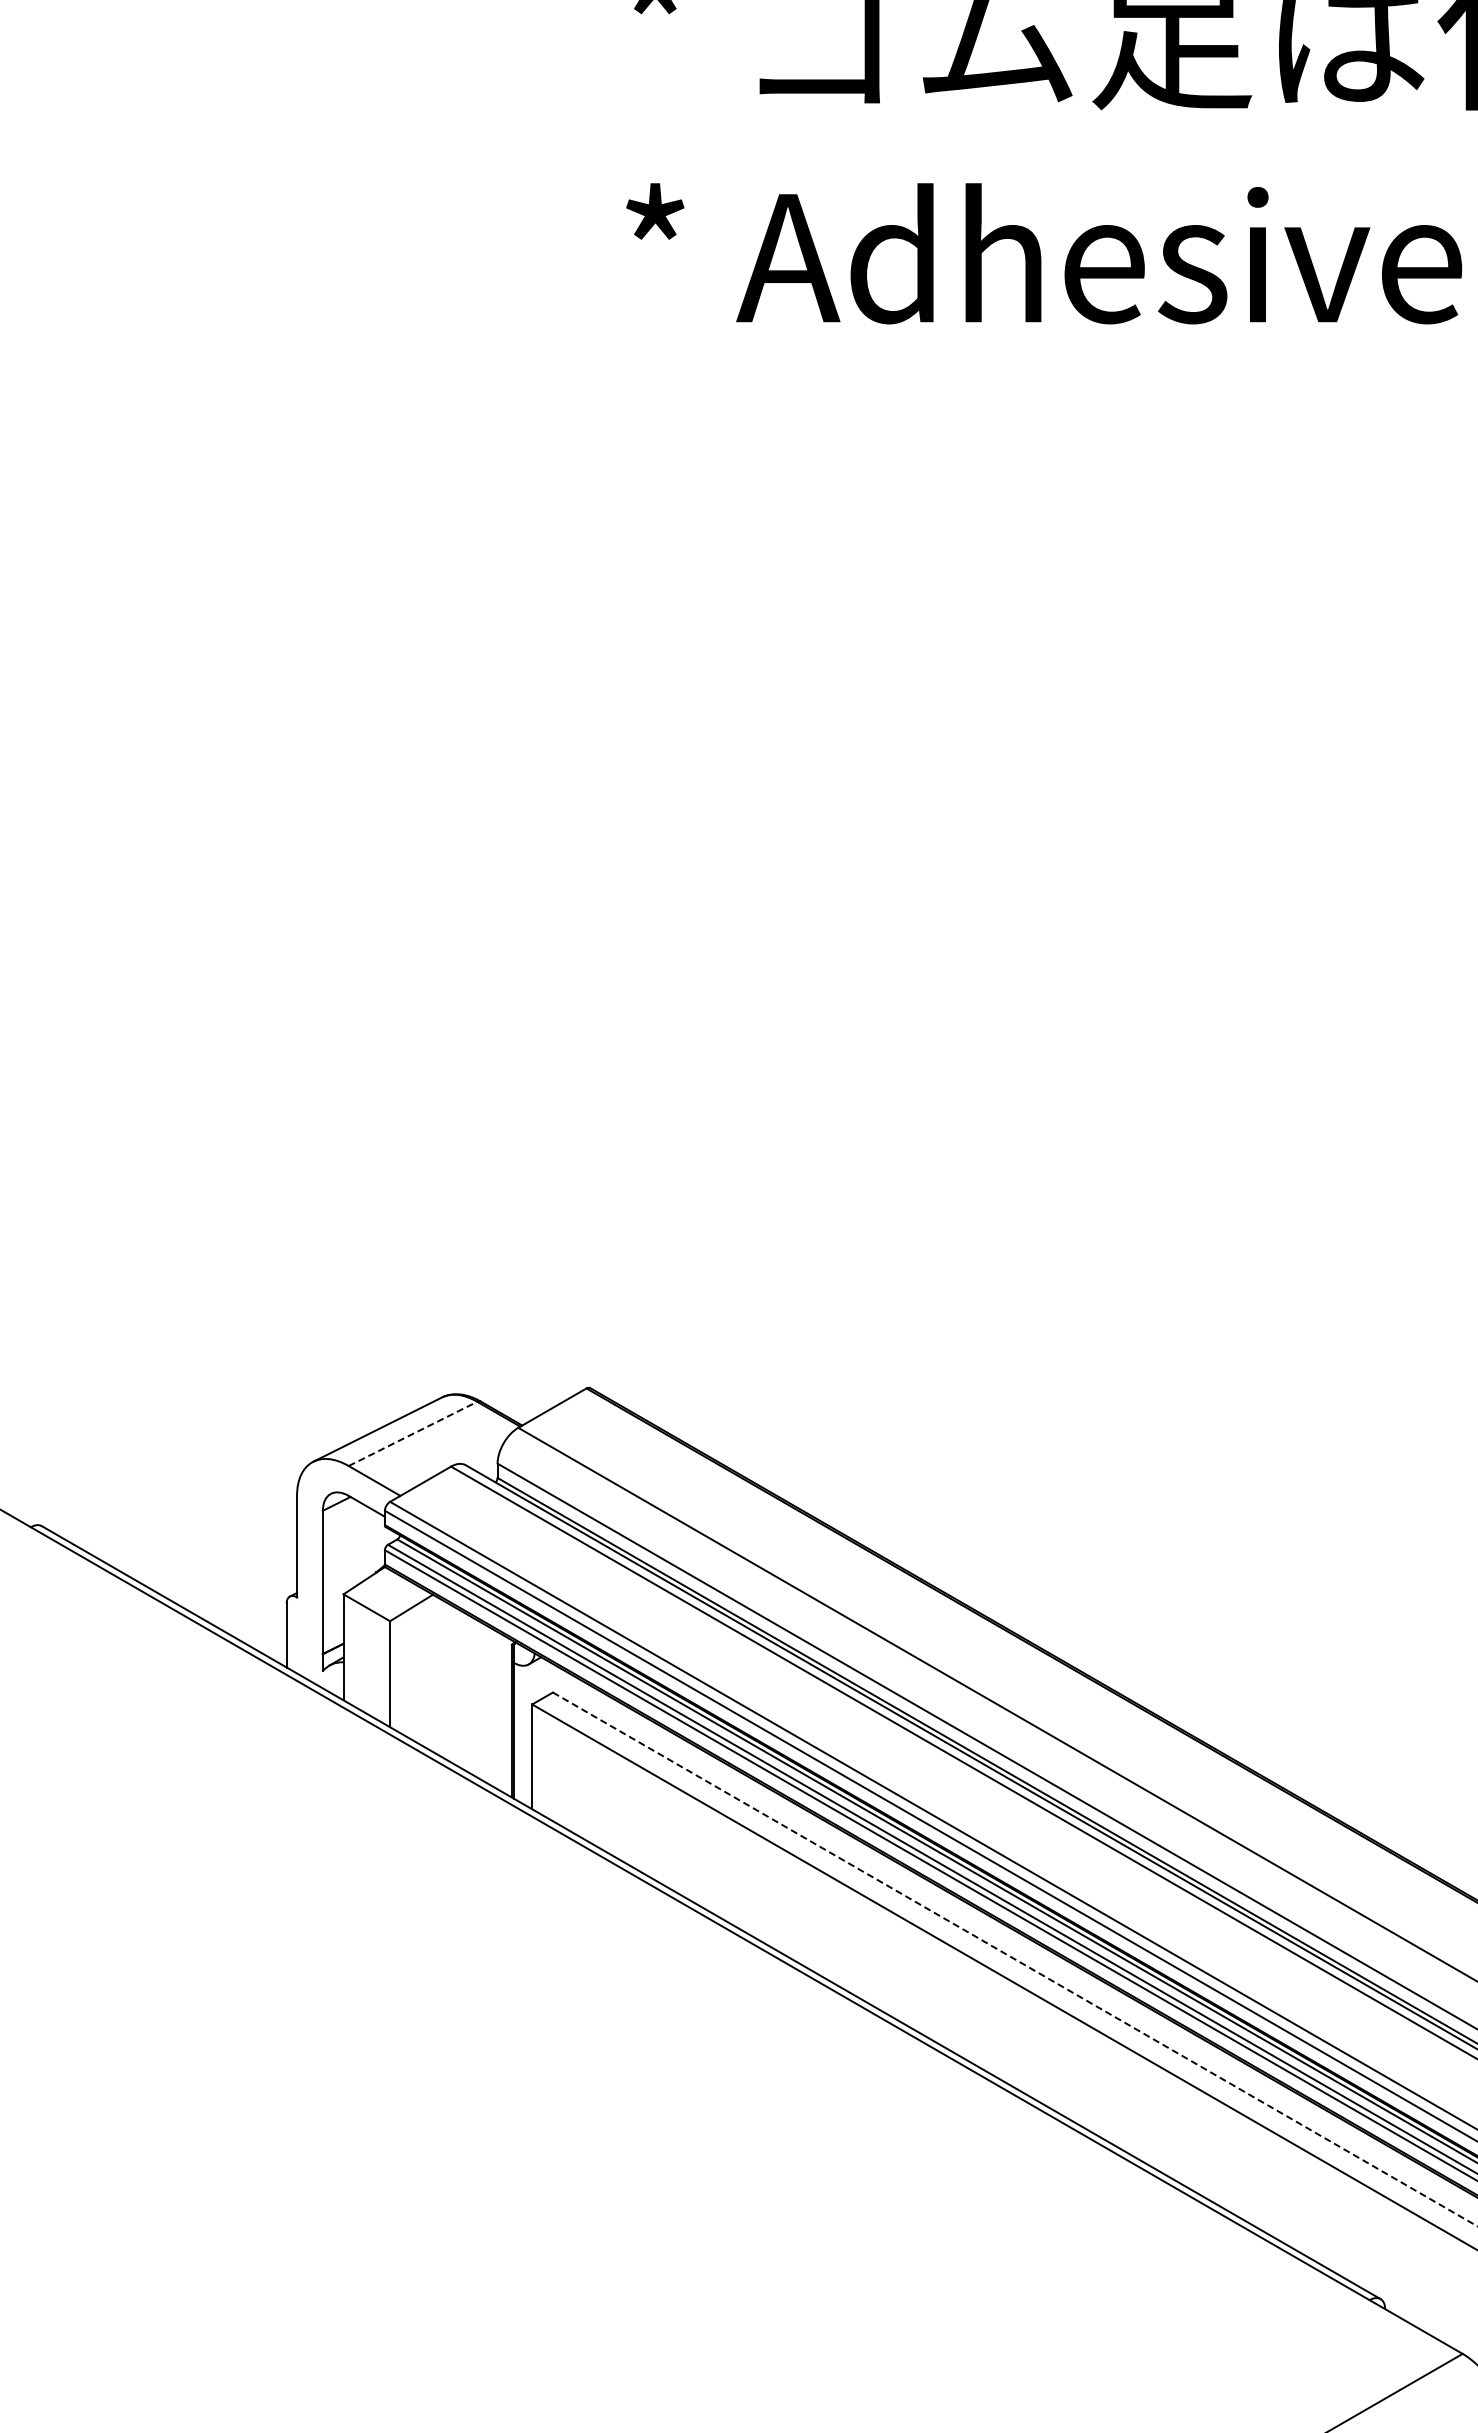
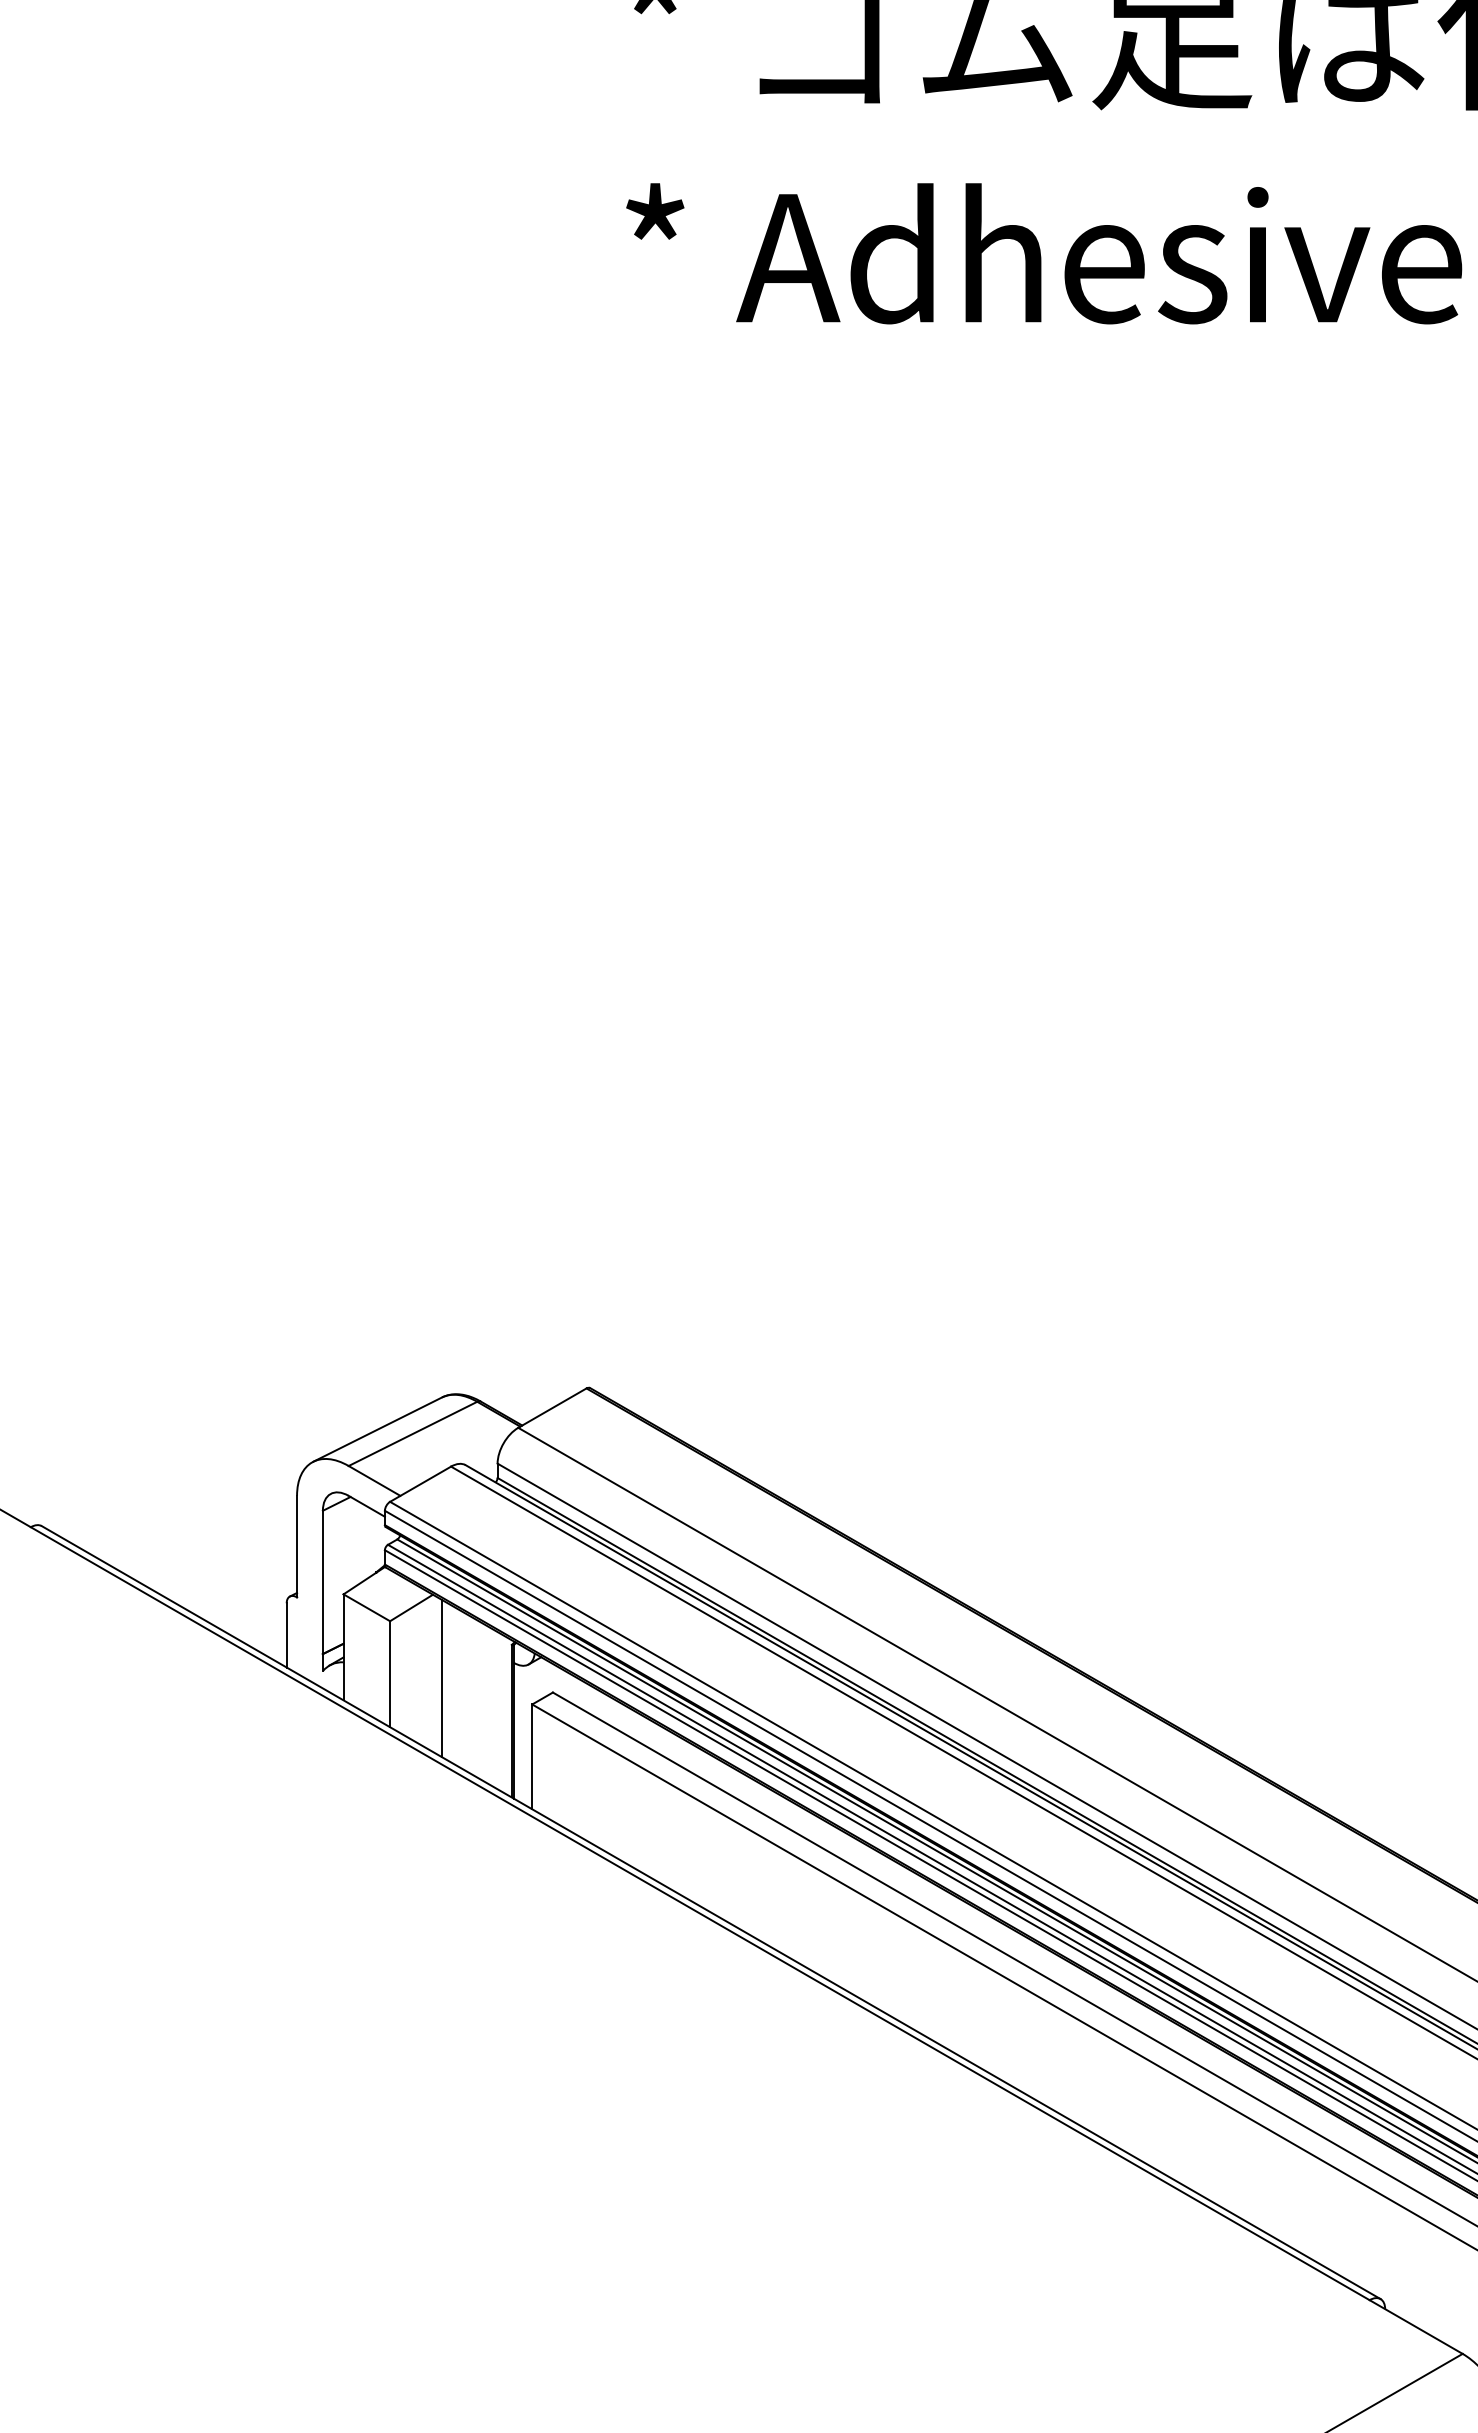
line at (413, 1433): dashed -> solid
line at (441, 1678): none -> present
line at (1015, 1959): dashed -> solid
